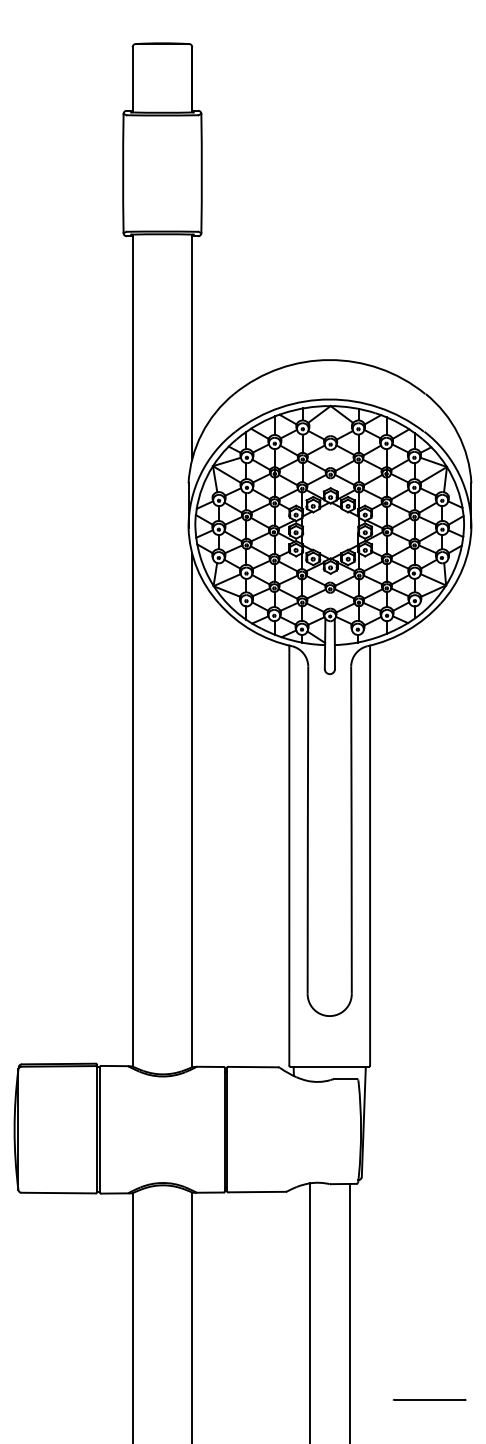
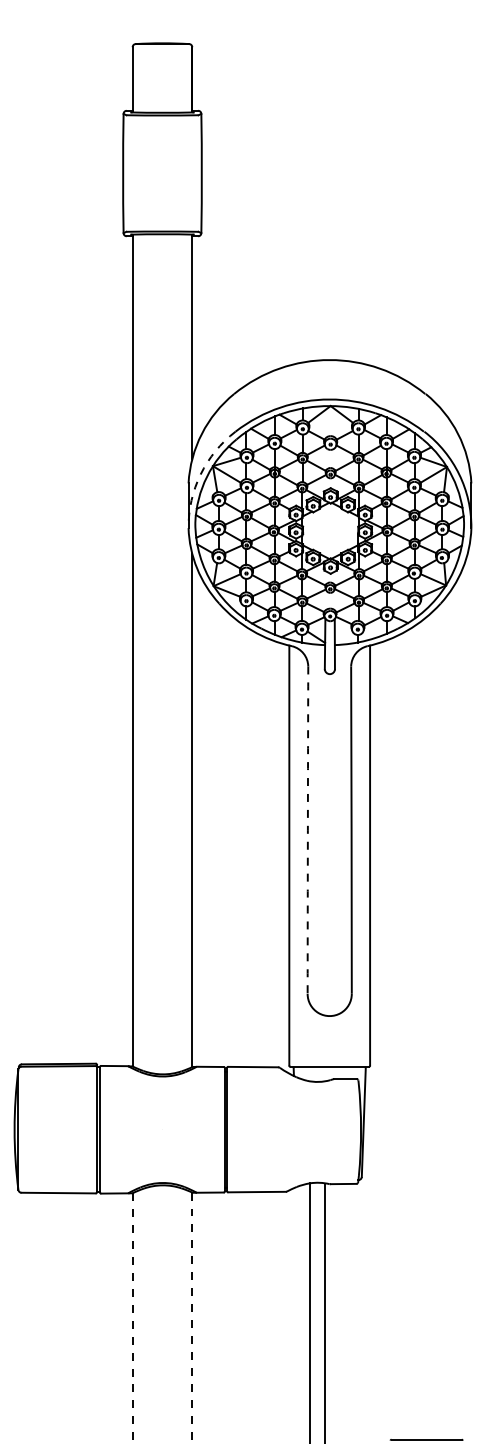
arc at (200, 474): solid -> dashed
arc at (307, 830): solid -> dashed
line at (349, 1311) position: (349, 1311) -> (324, 1311)
line at (132, 1318): solid -> dashed
line at (192, 1318): solid -> dashed
line at (429, 1399) position: (429, 1399) -> (426, 1439)
